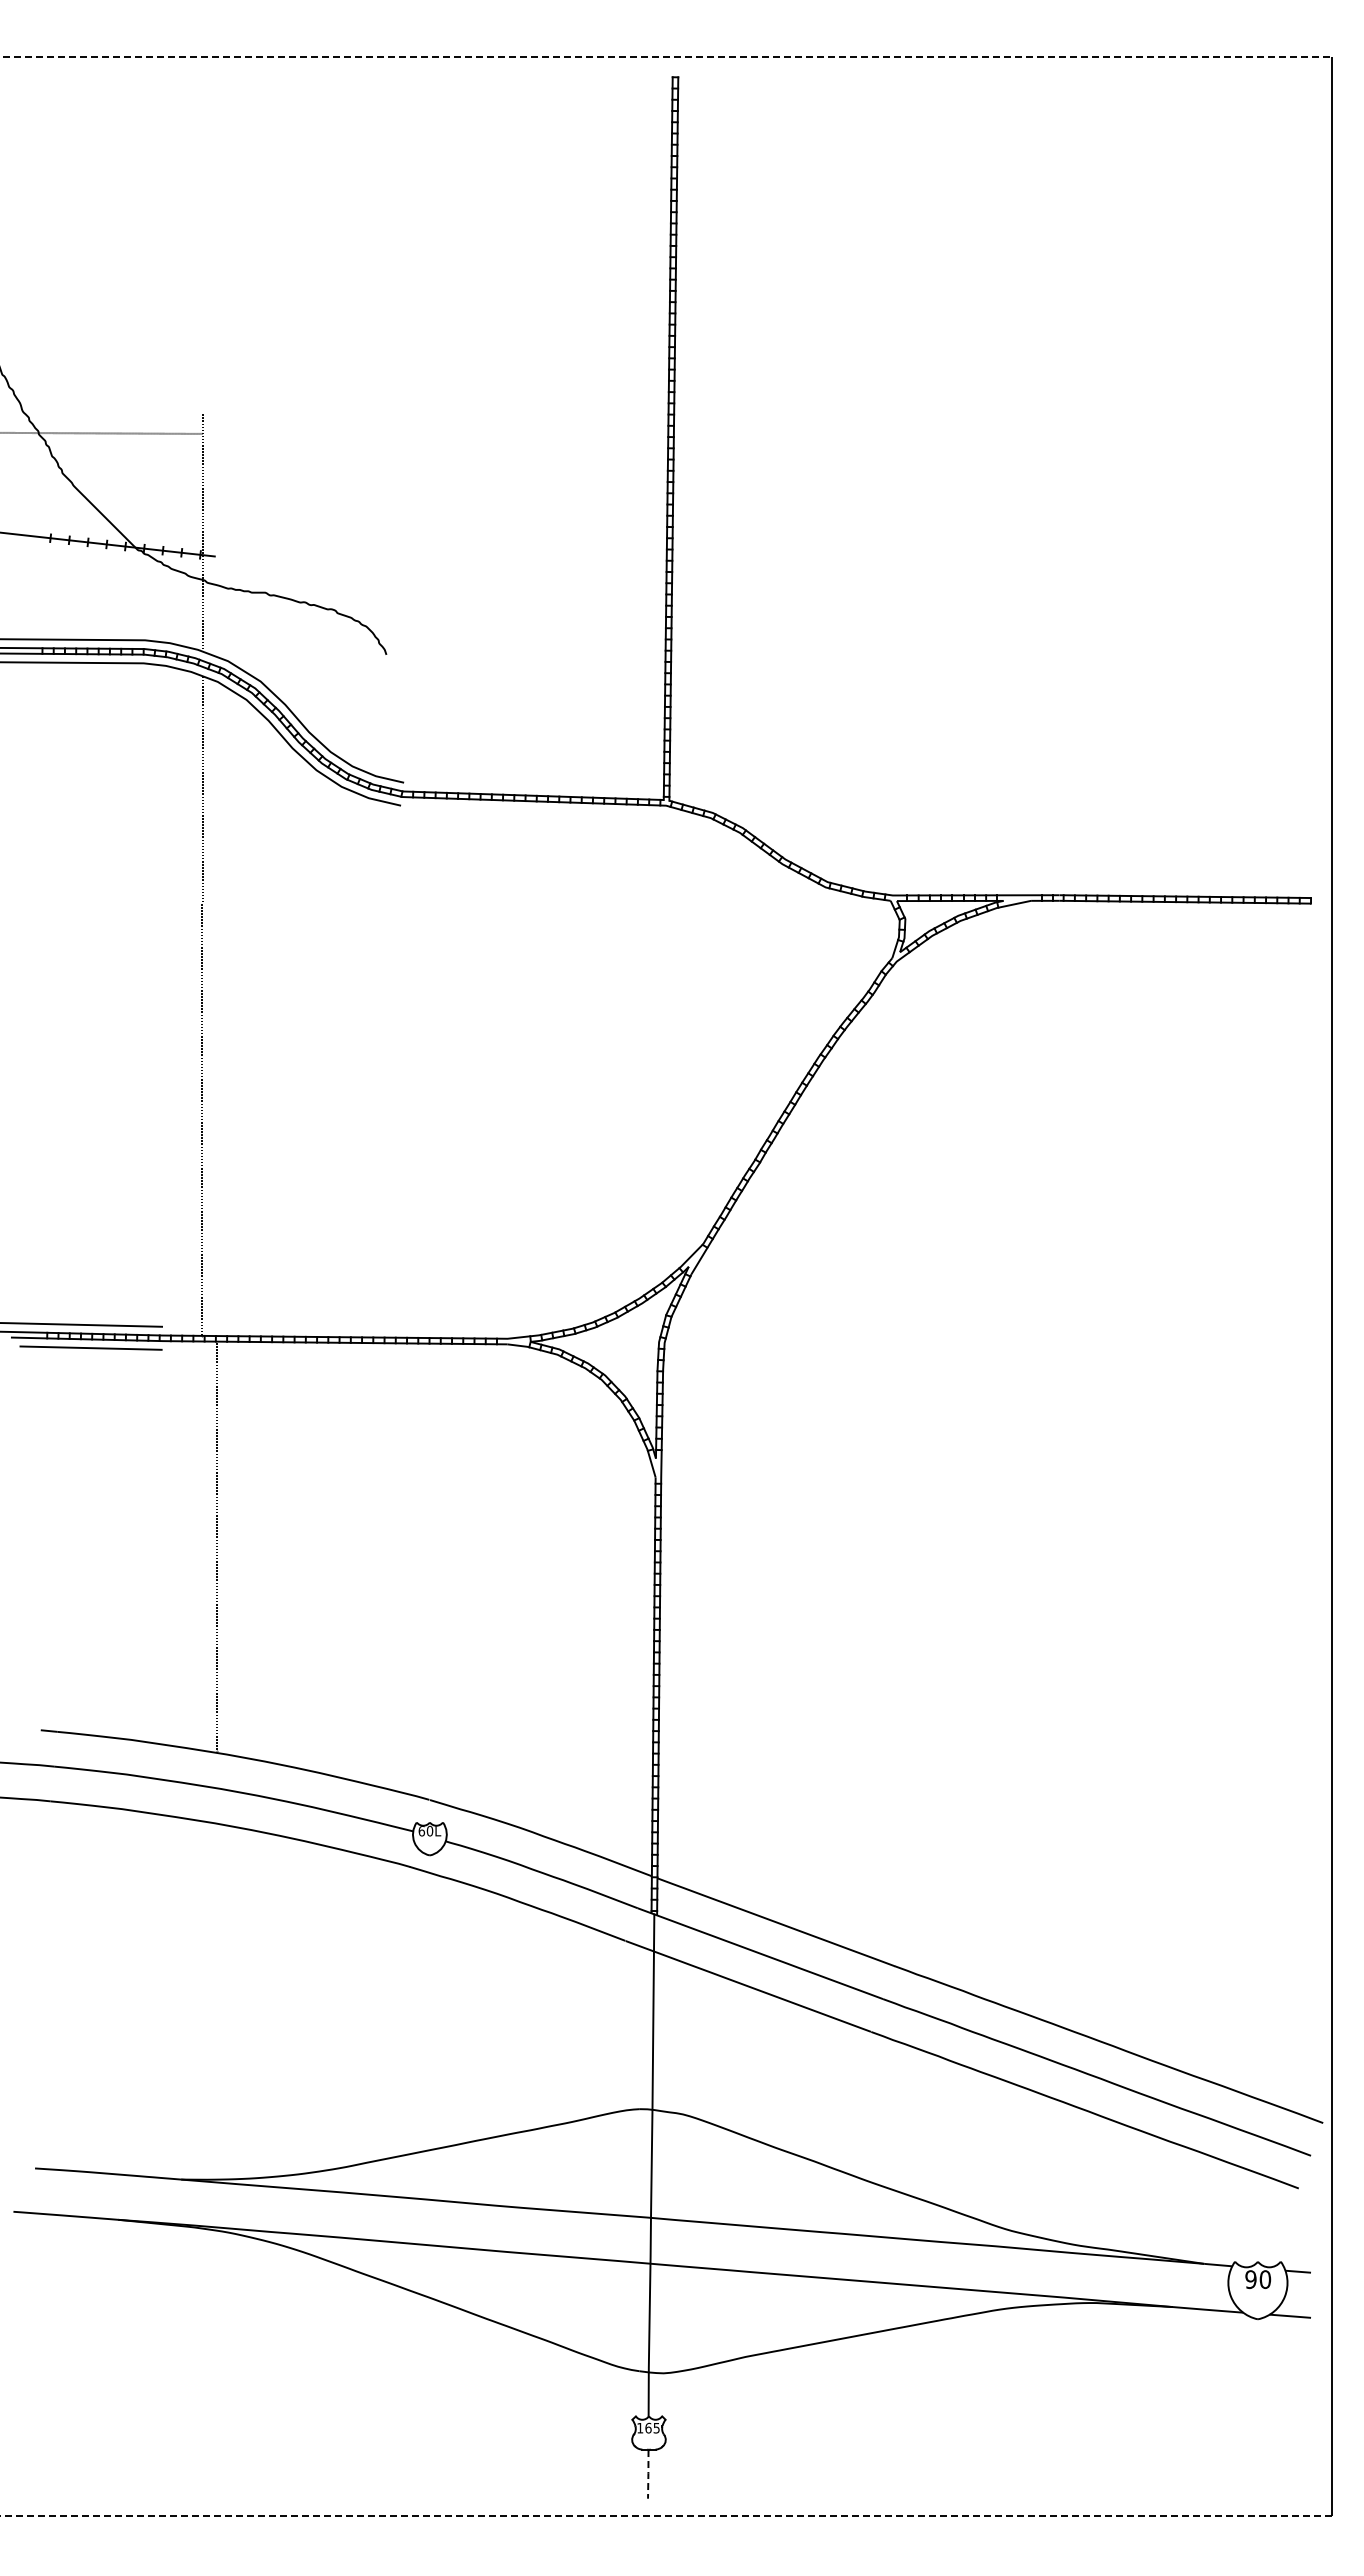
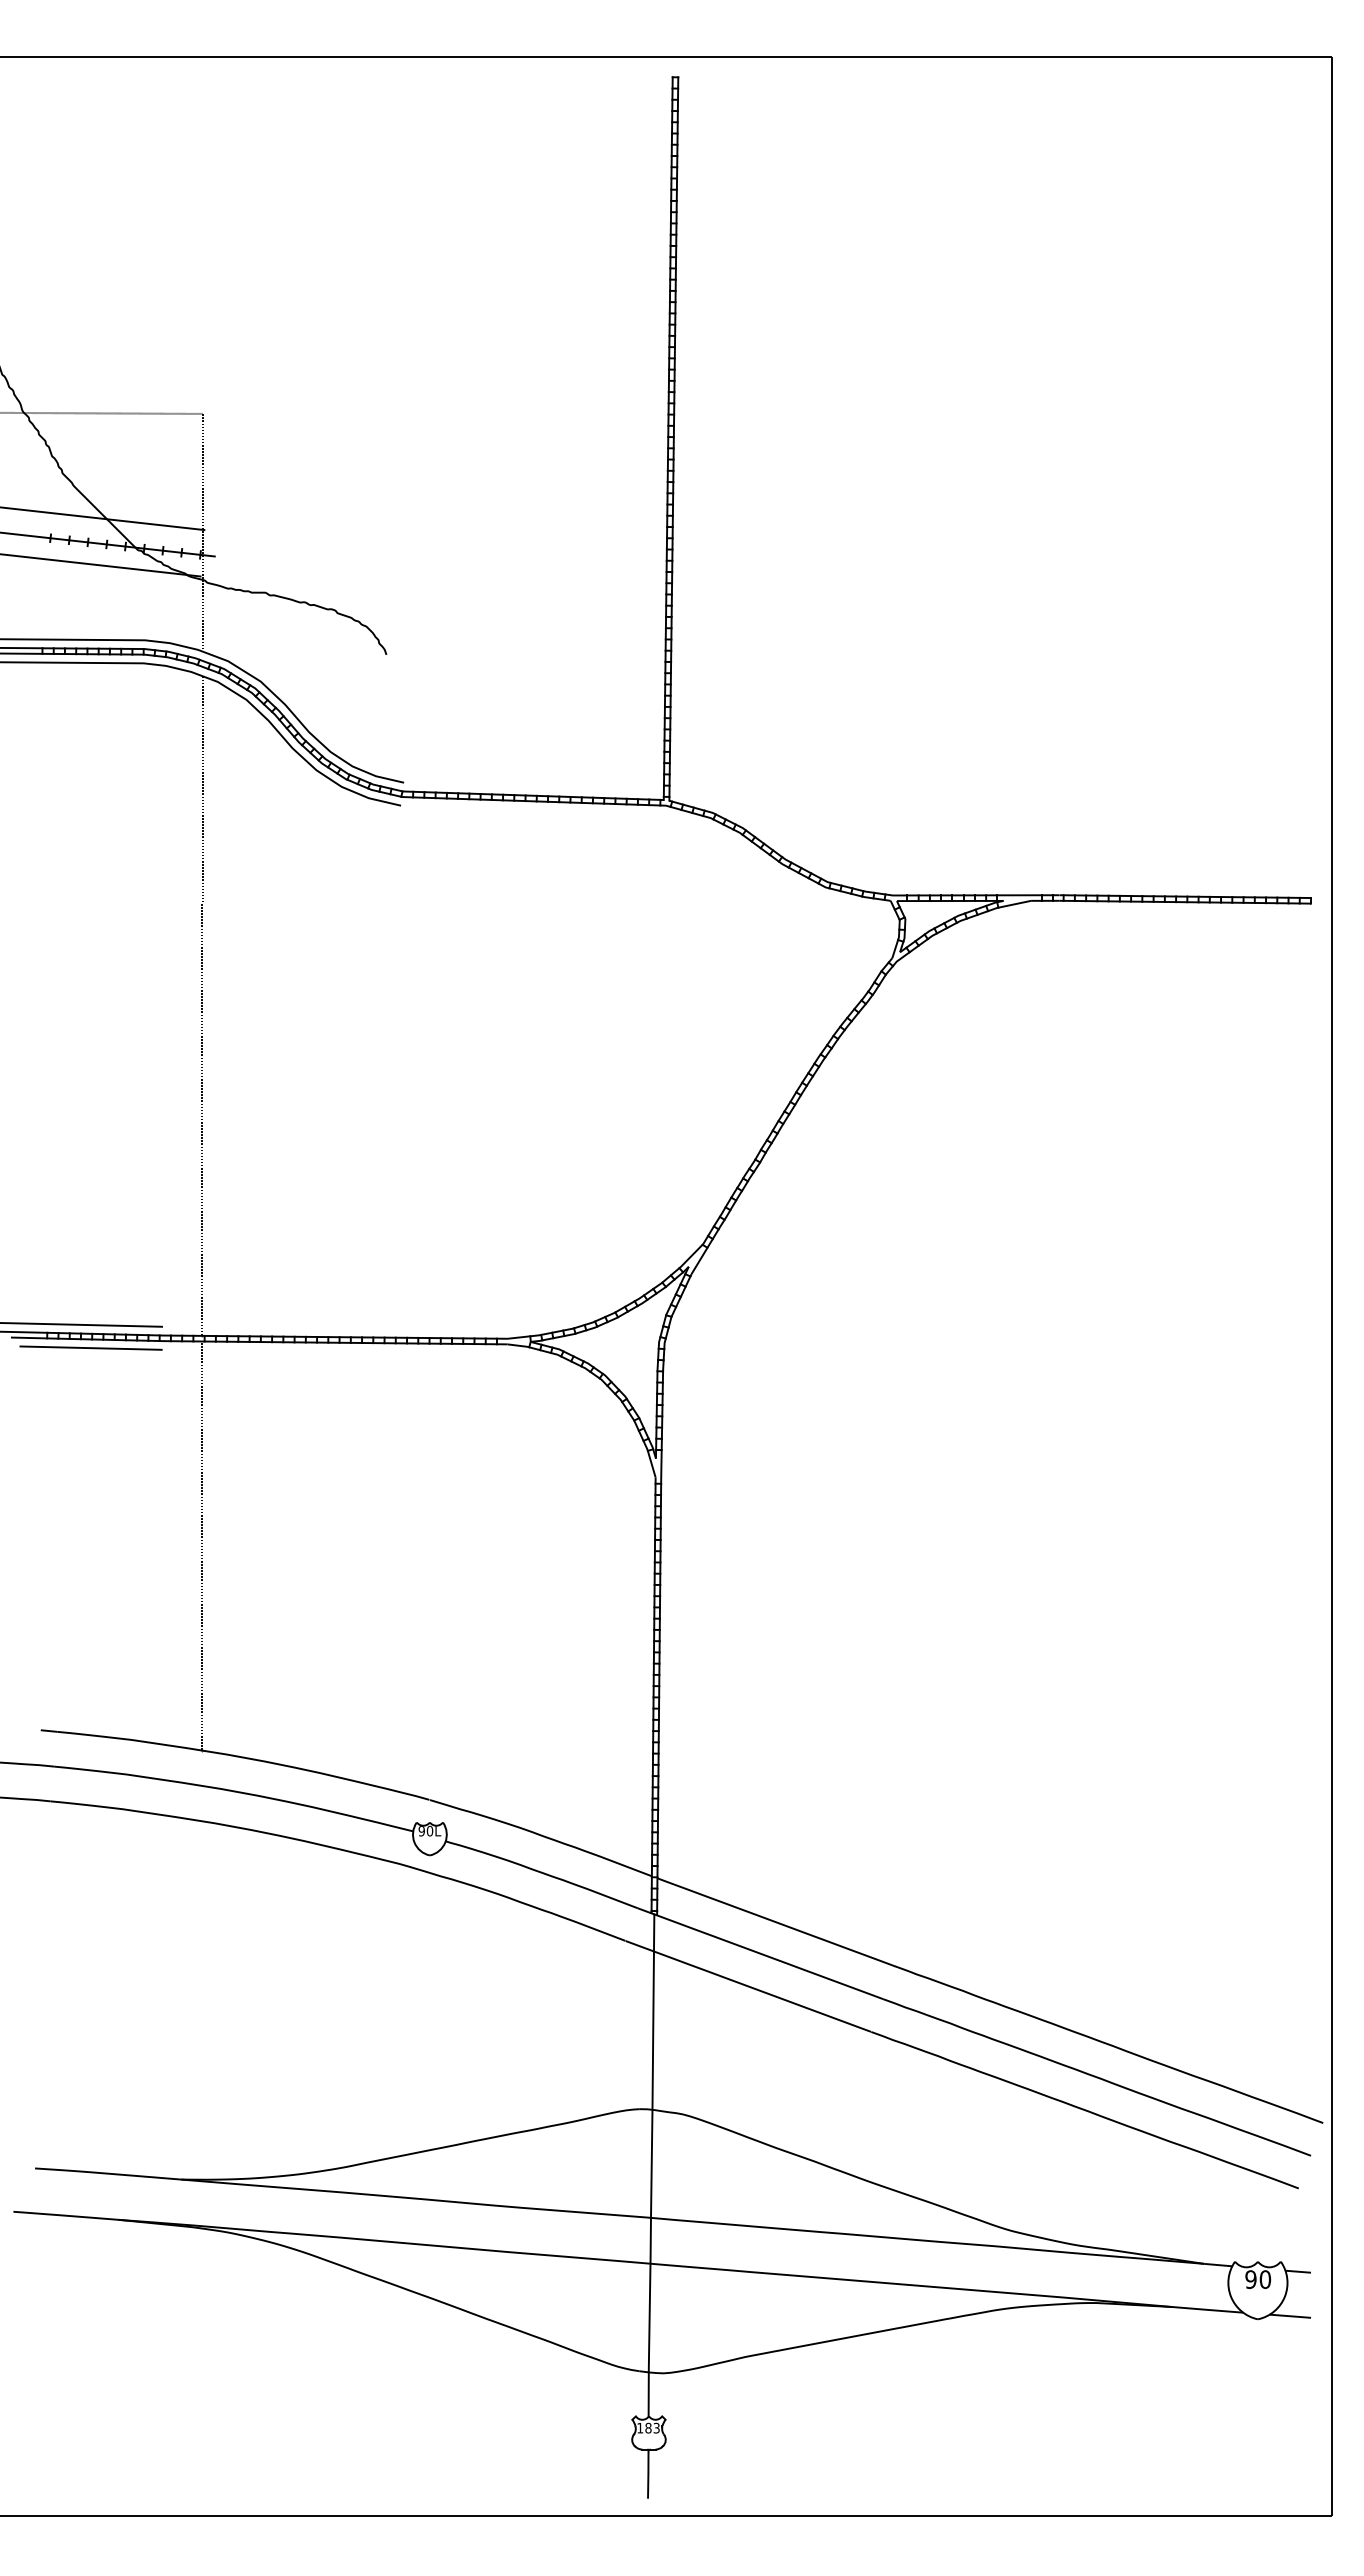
line at (666, 56): dashed -> solid
line at (102, 432) position: (102, 432) -> (102, 412)
line at (103, 518): none -> present
line at (101, 565): none -> present
line at (216, 1545) position: (216, 1545) -> (201, 1545)
text at (421, 1831): 60L -> 90L
text at (652, 2427): 165 -> 183
line at (648, 2474): dashed -> solid
line at (665, 2516): dashed -> solid
